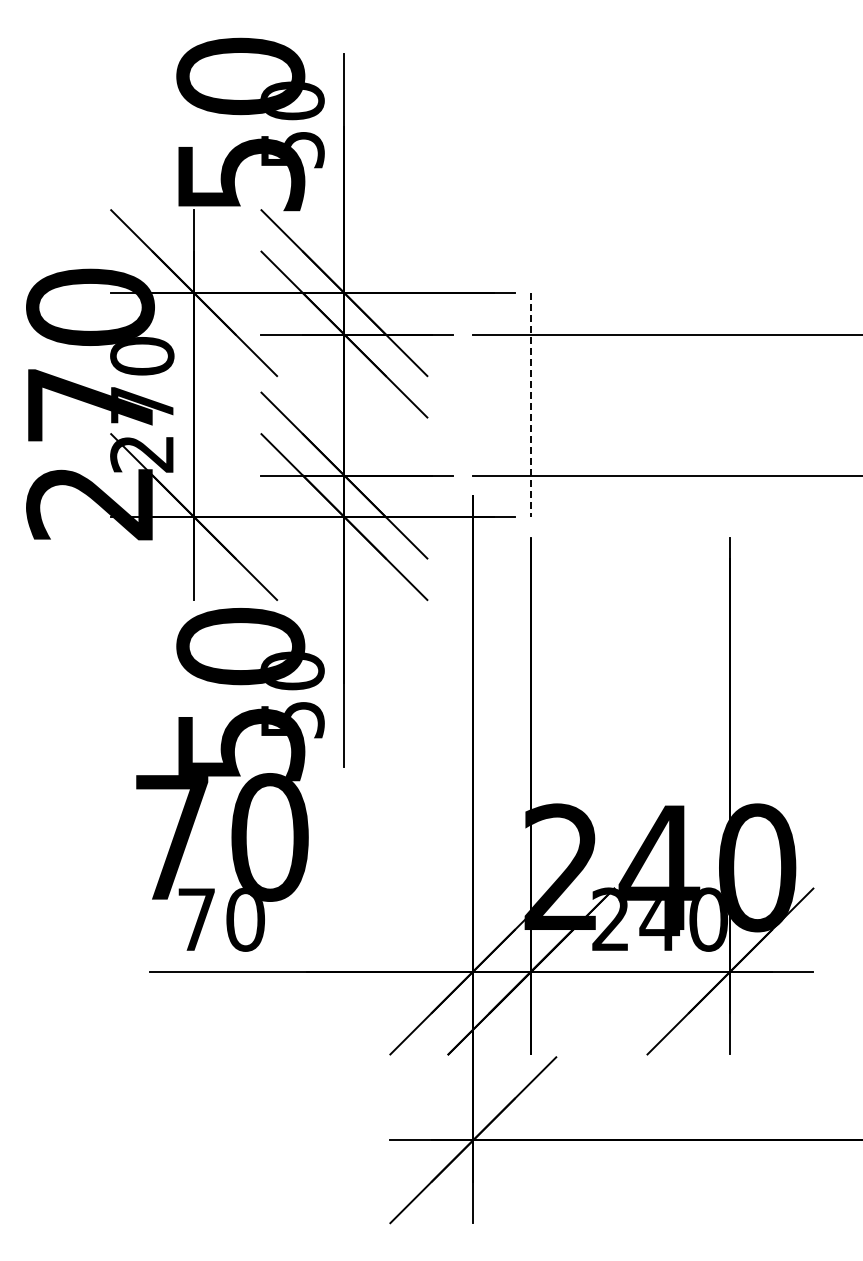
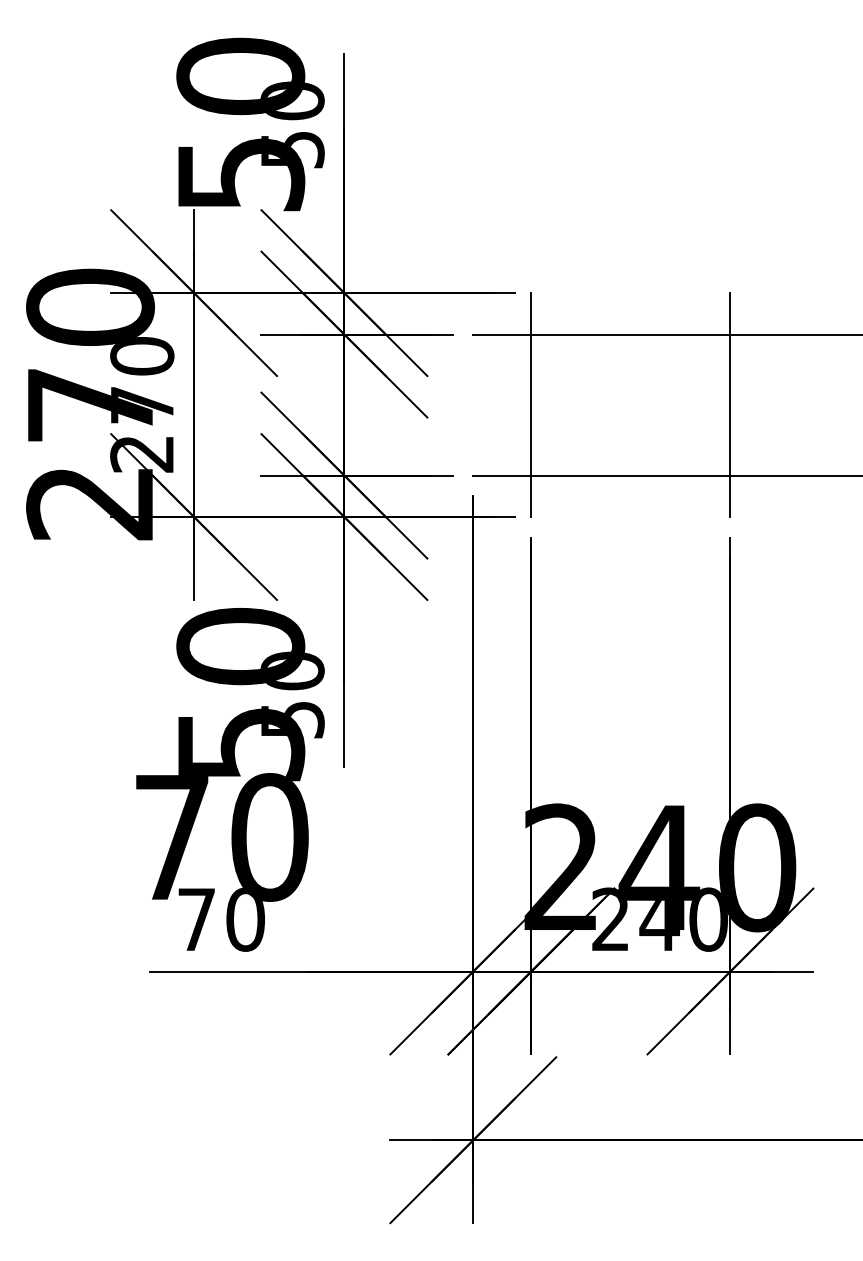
line at (531, 405): dashed -> solid
line at (730, 405): none -> present
